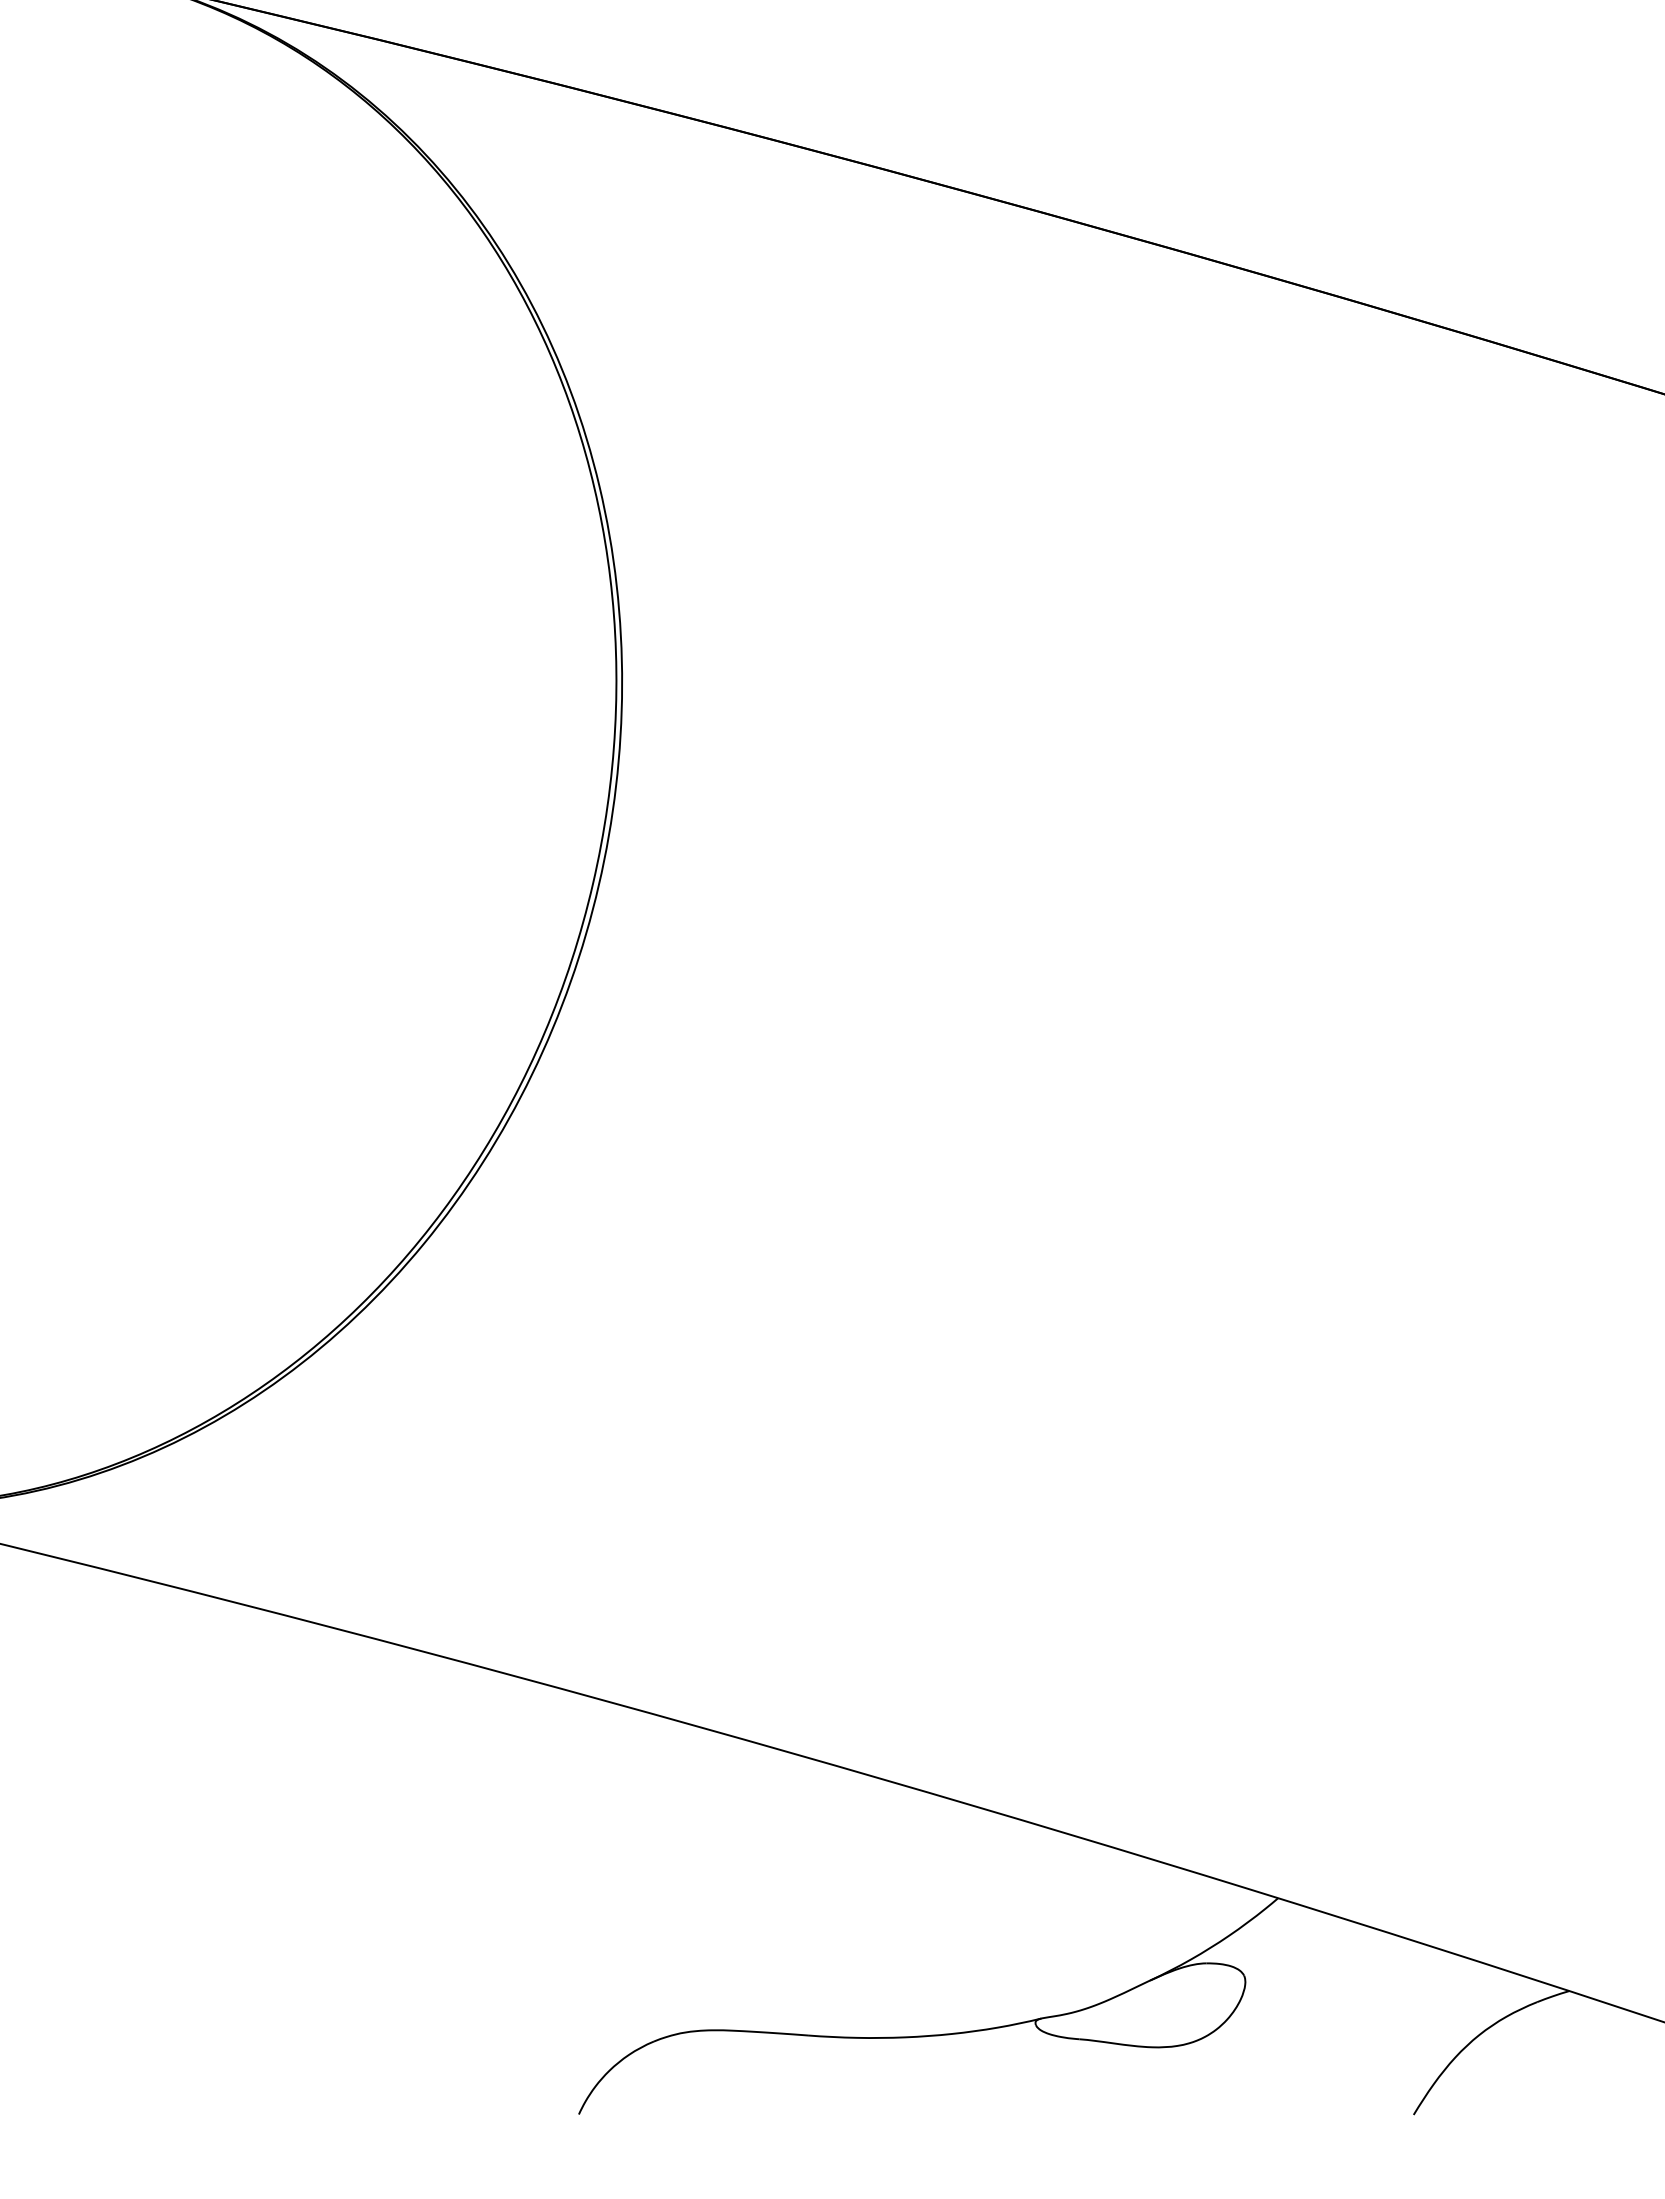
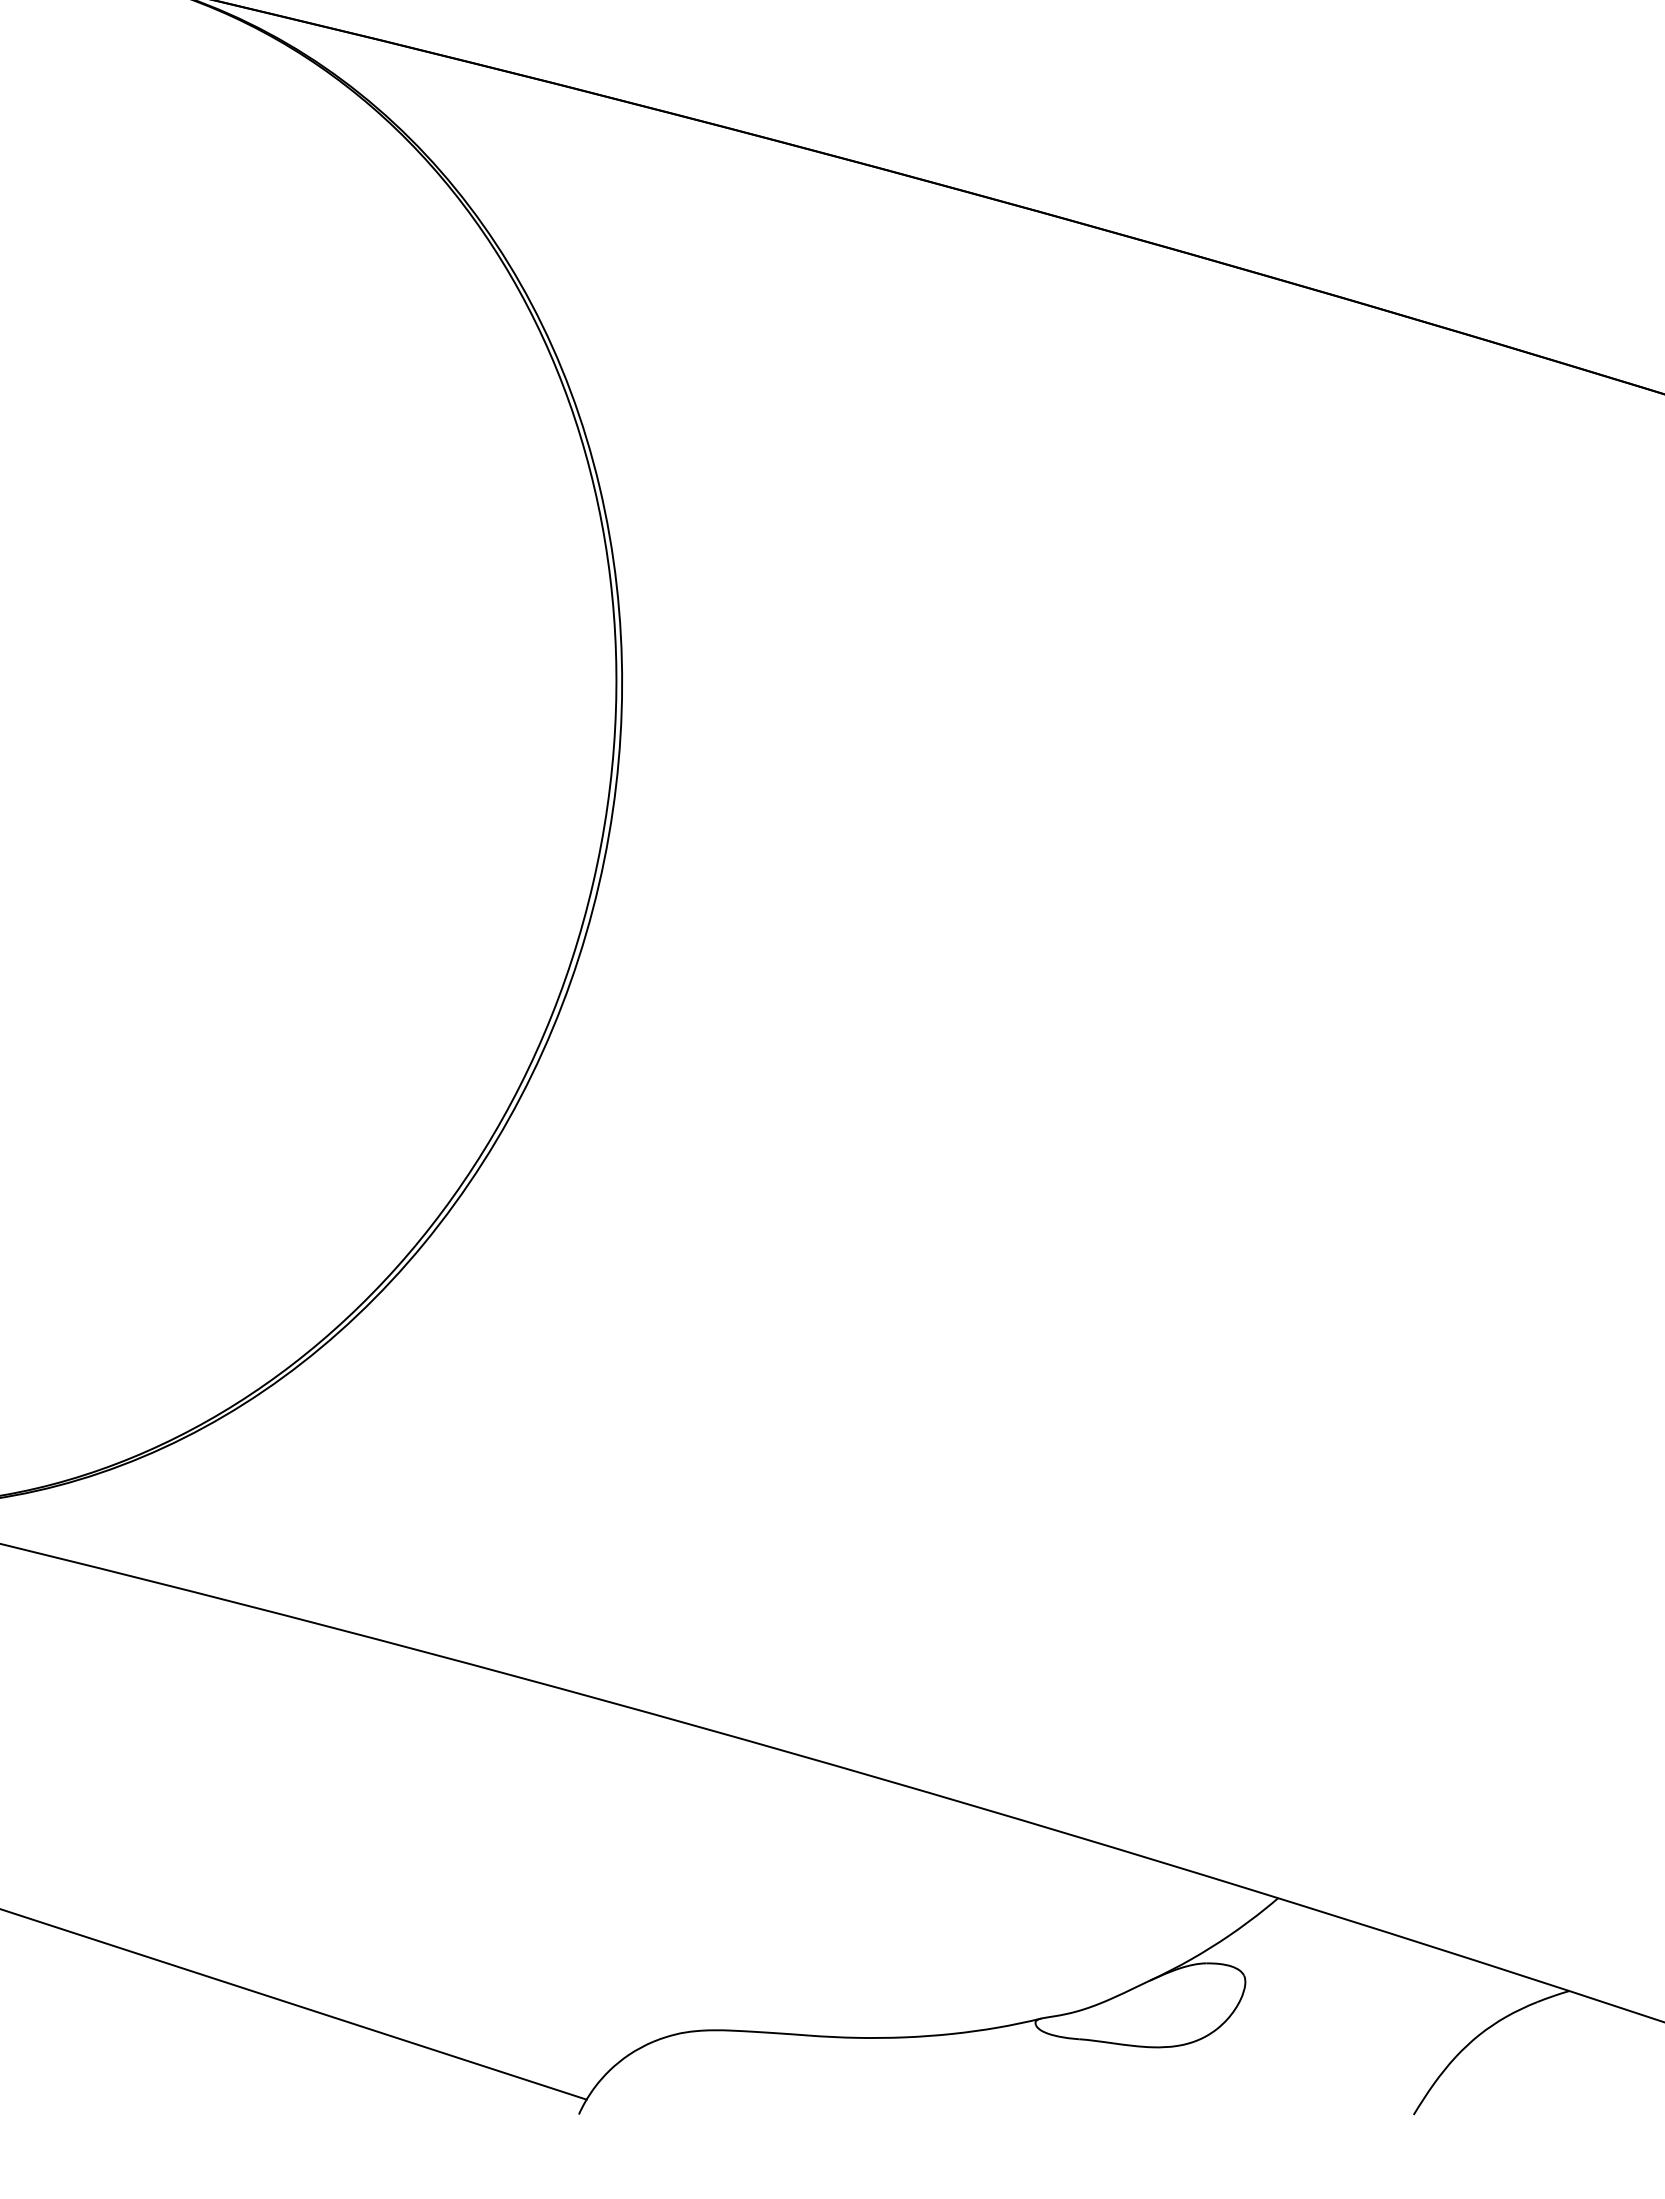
line at (294, 2004): none -> present
